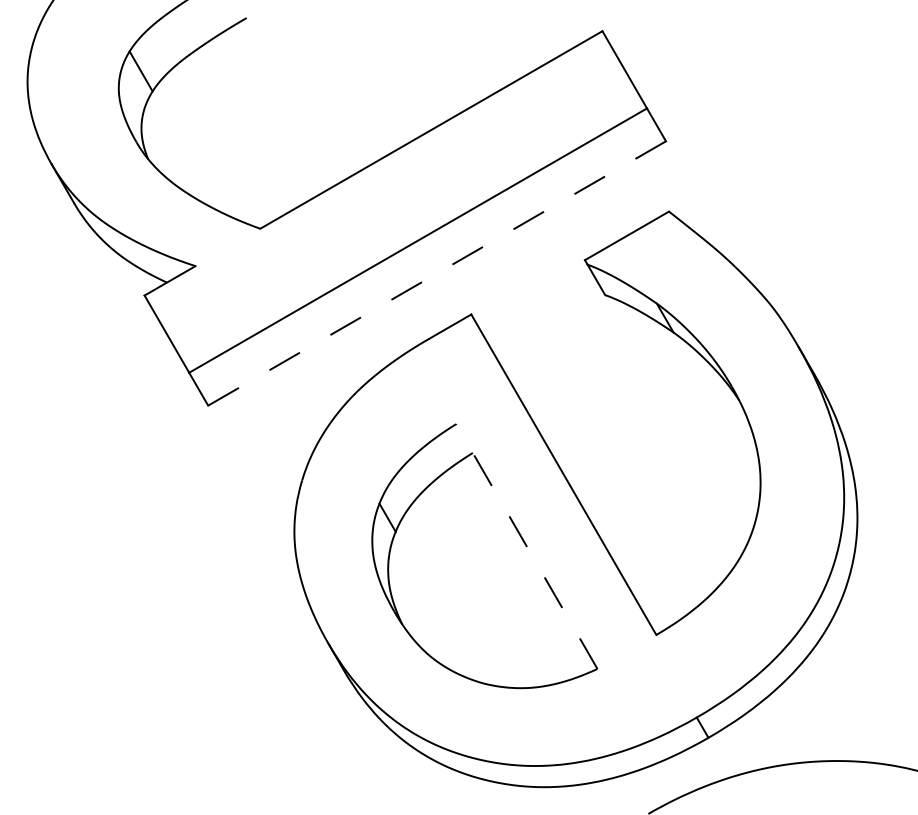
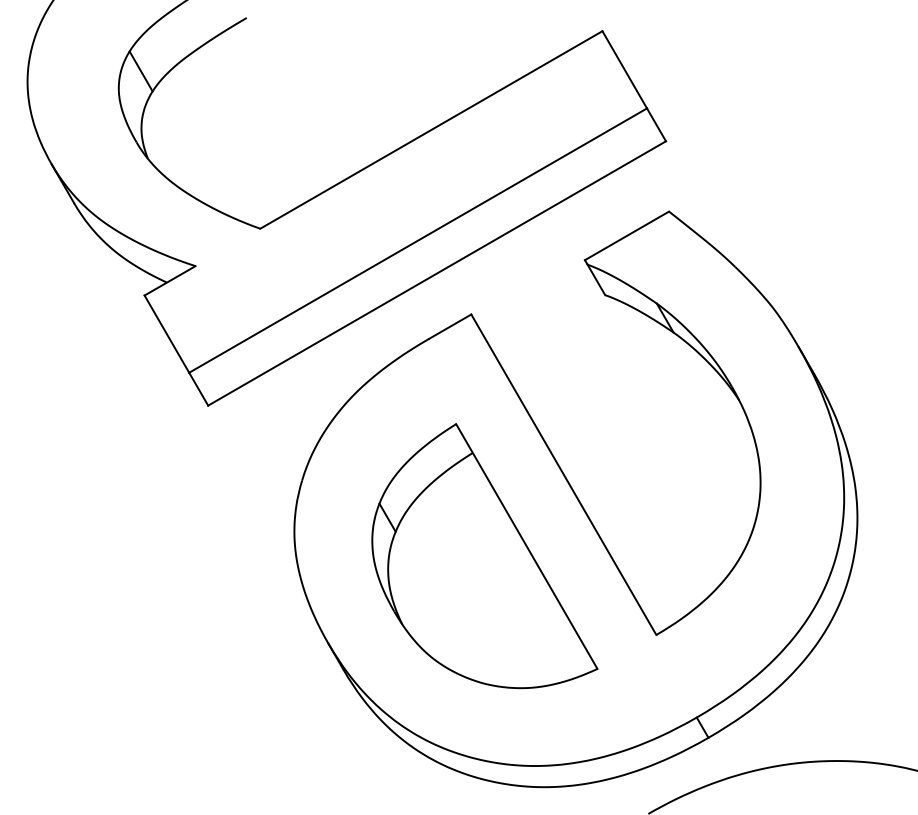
line at (436, 273): dashed -> solid
line at (526, 546): dashed -> solid
